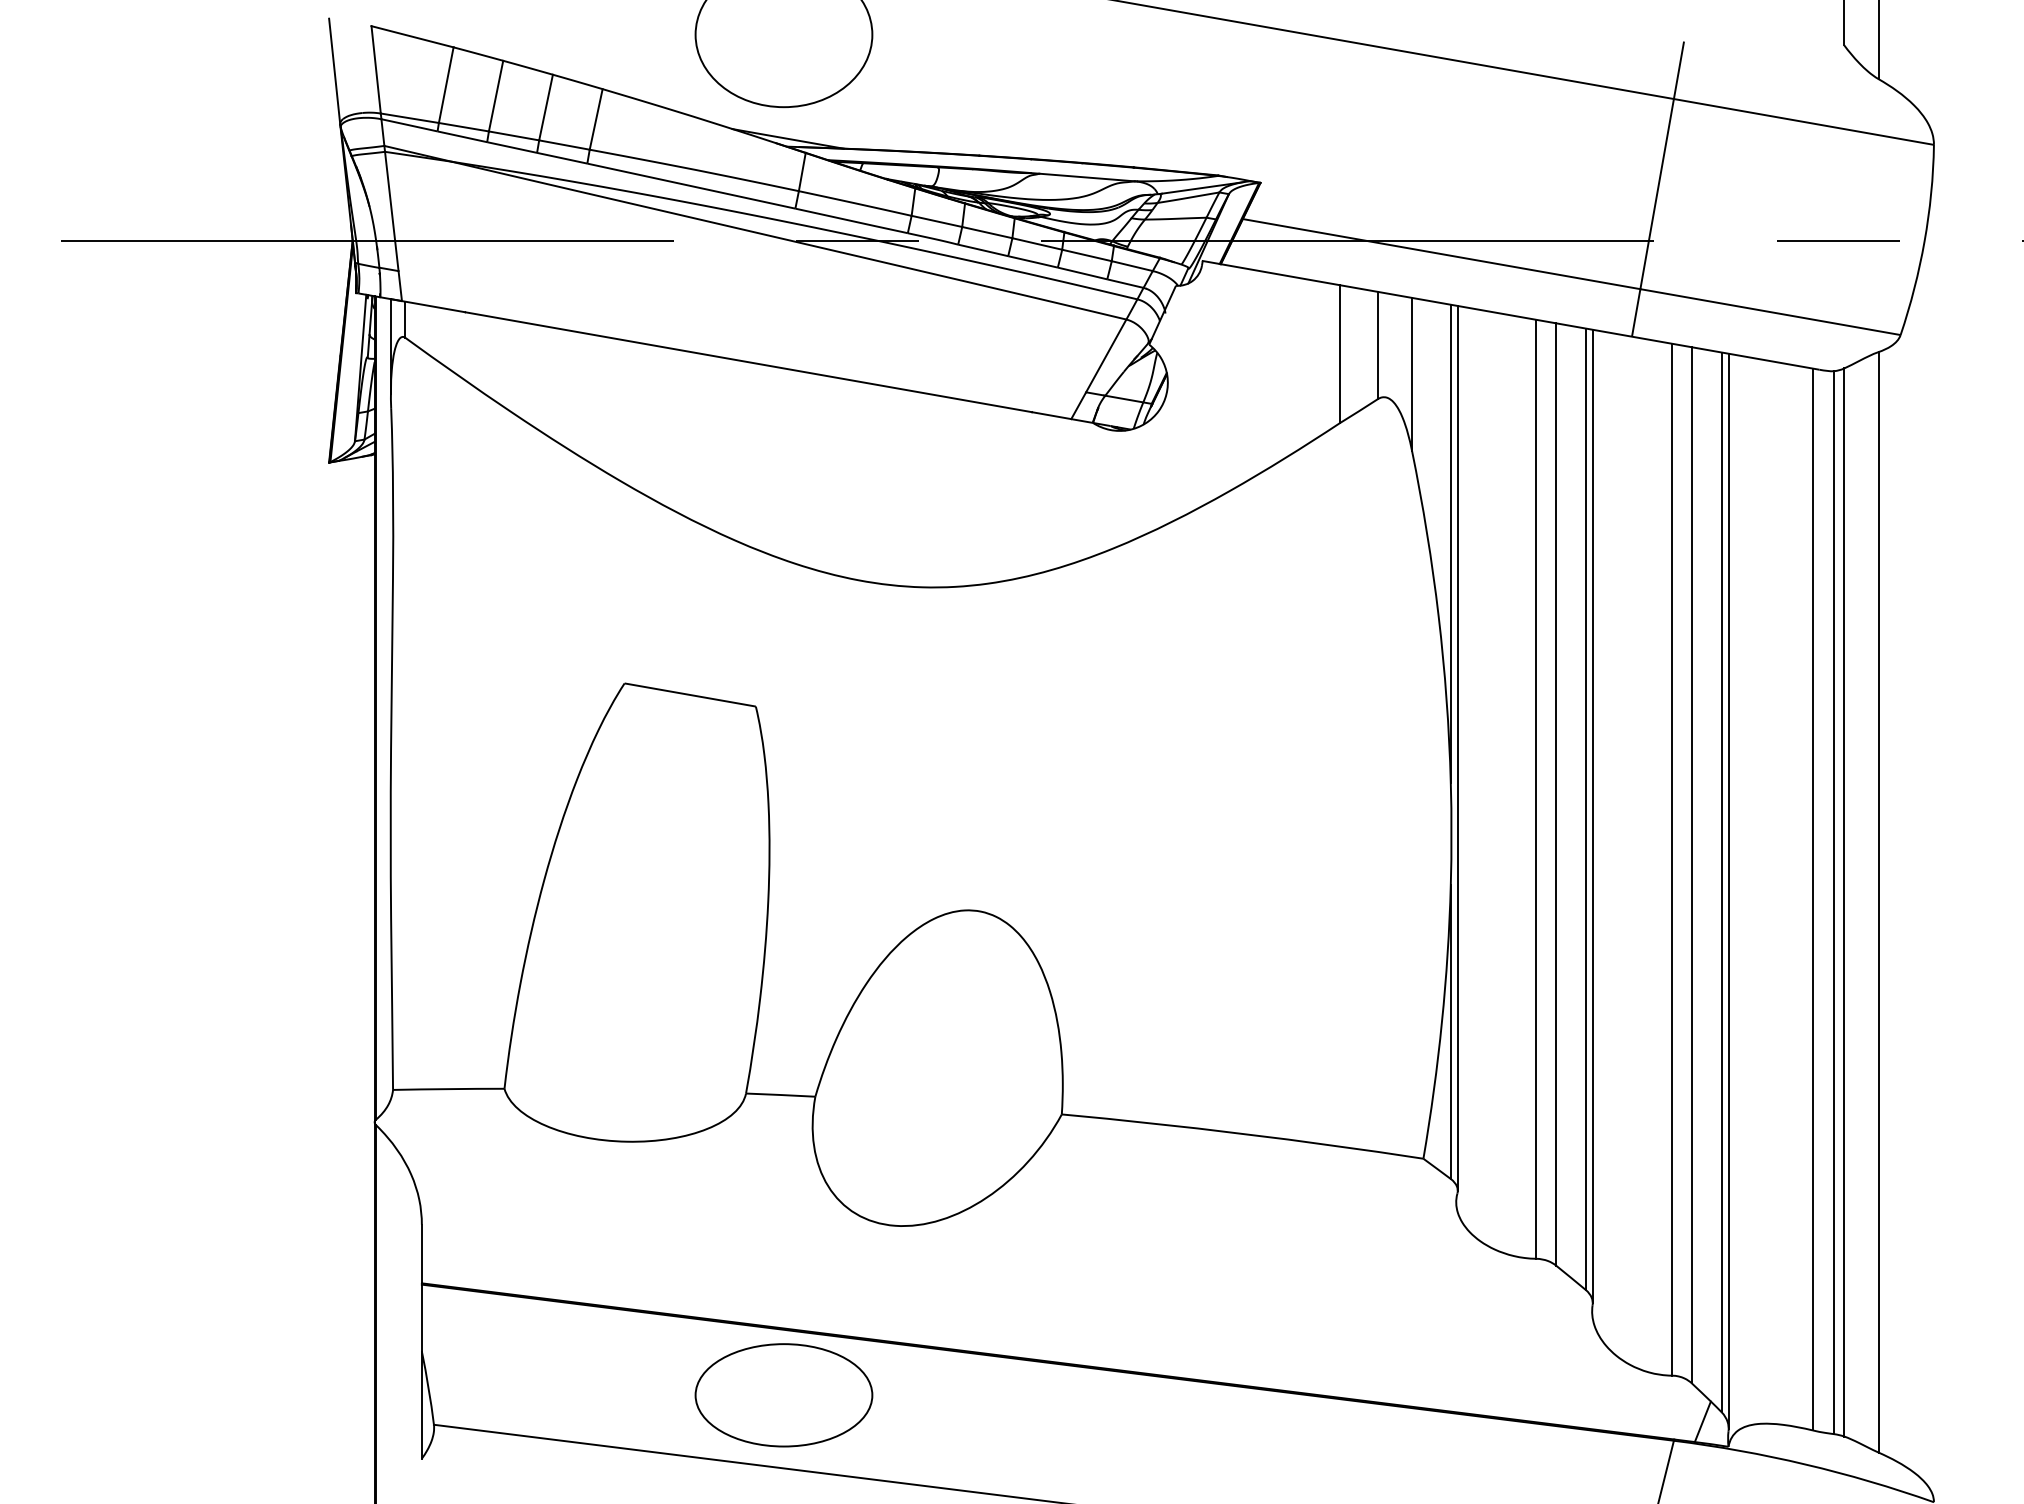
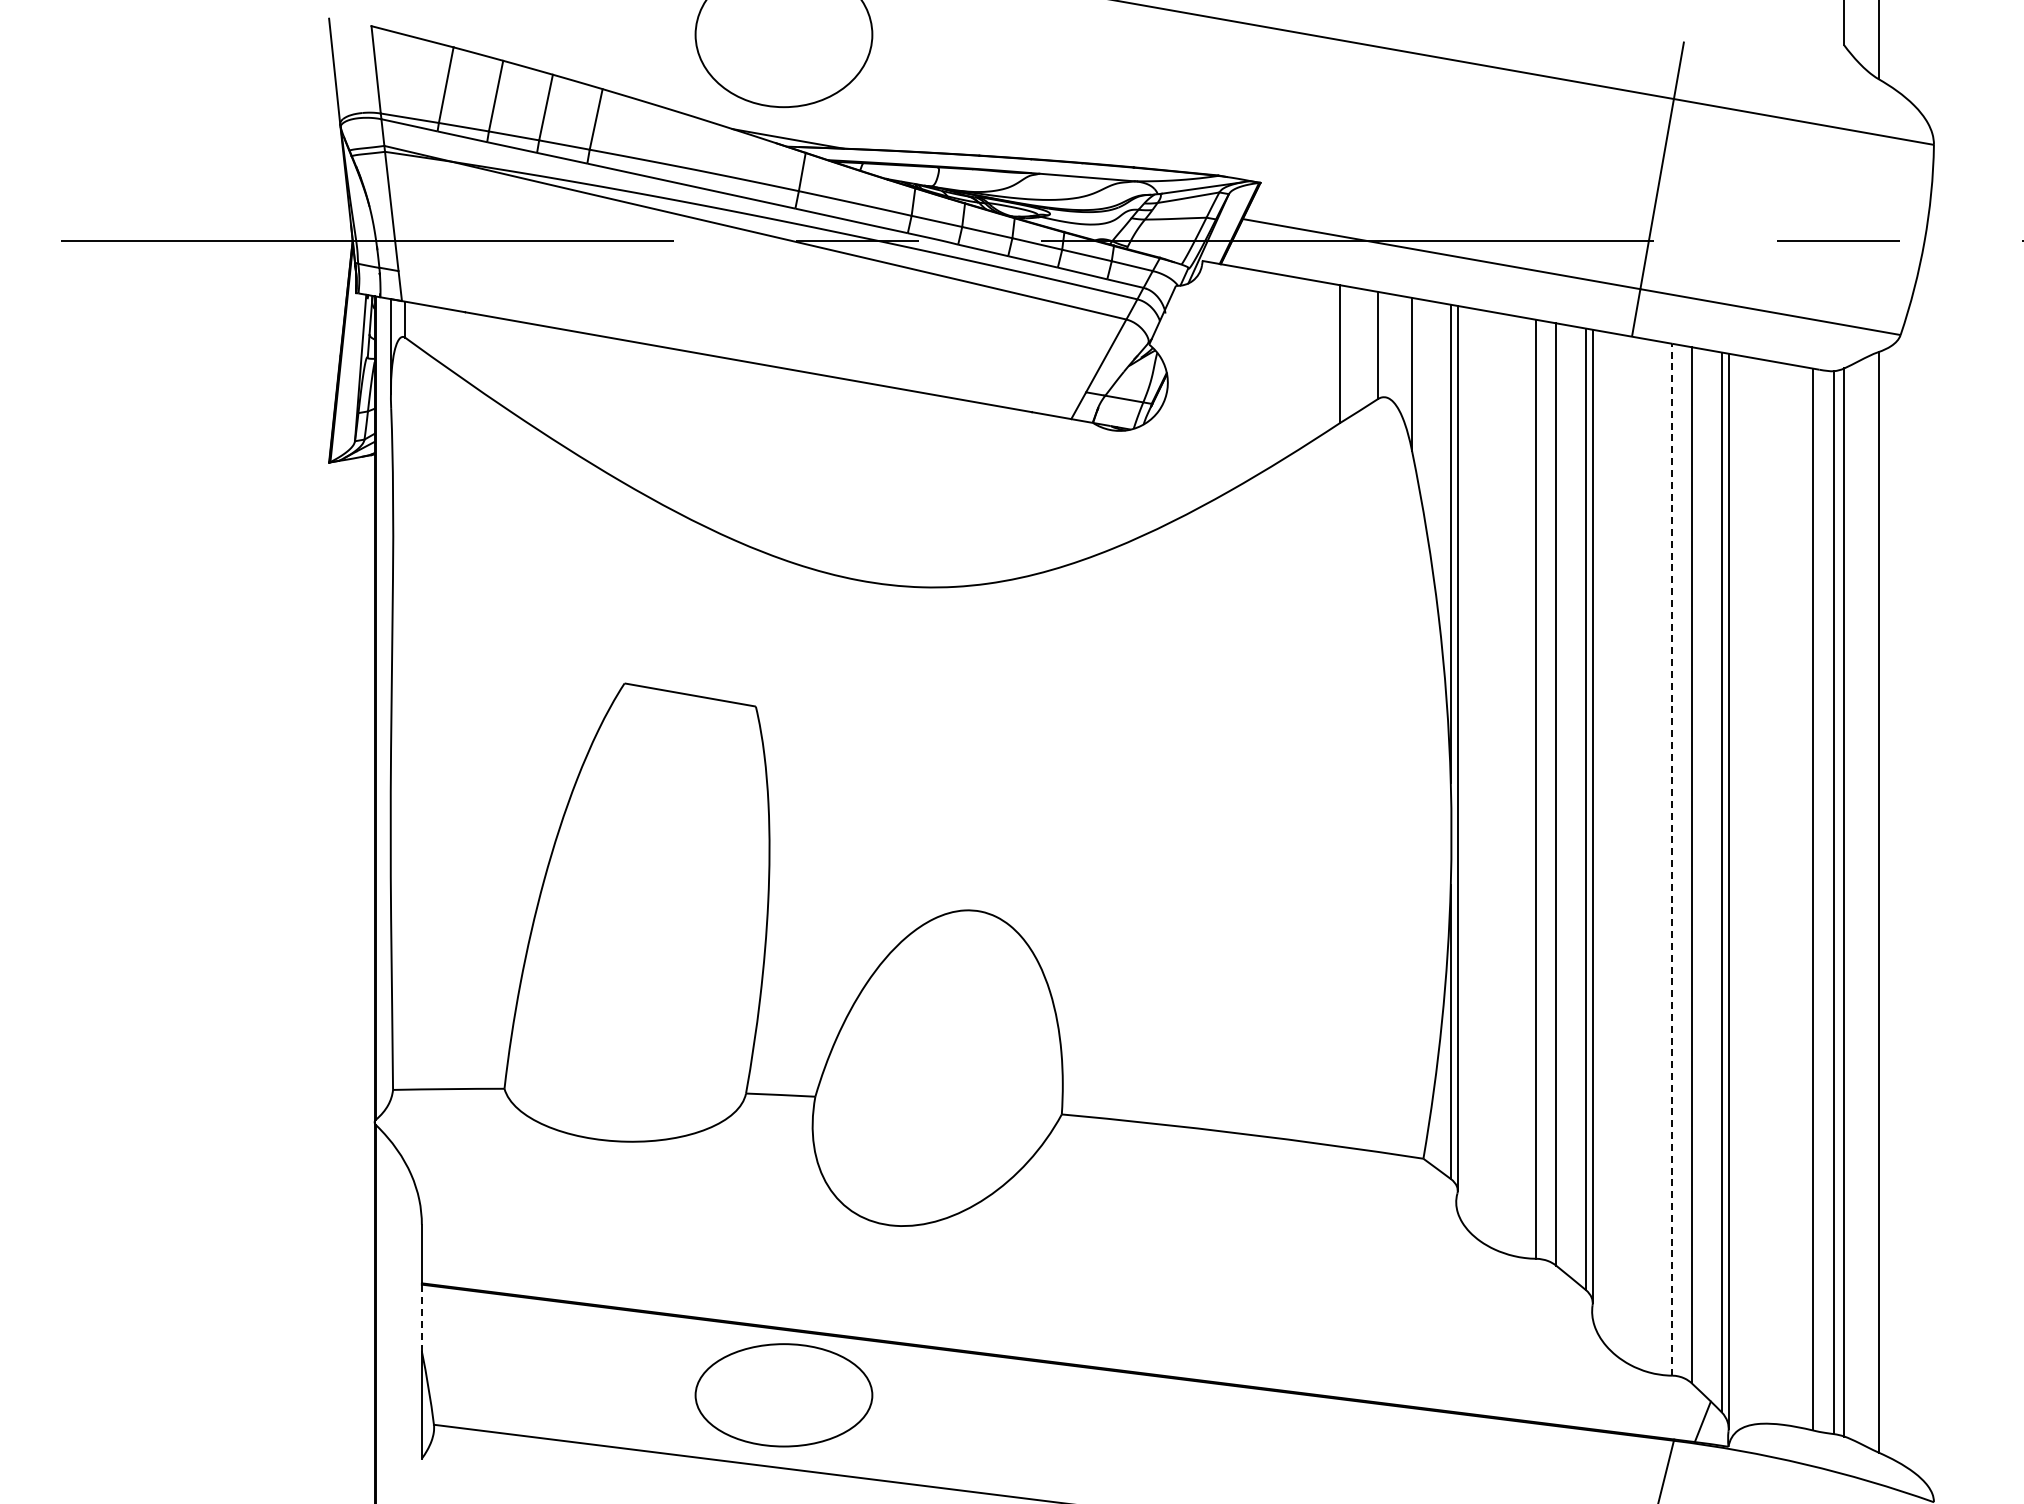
line at (1672, 859): solid -> dashed
line at (421, 1317): solid -> dashed
